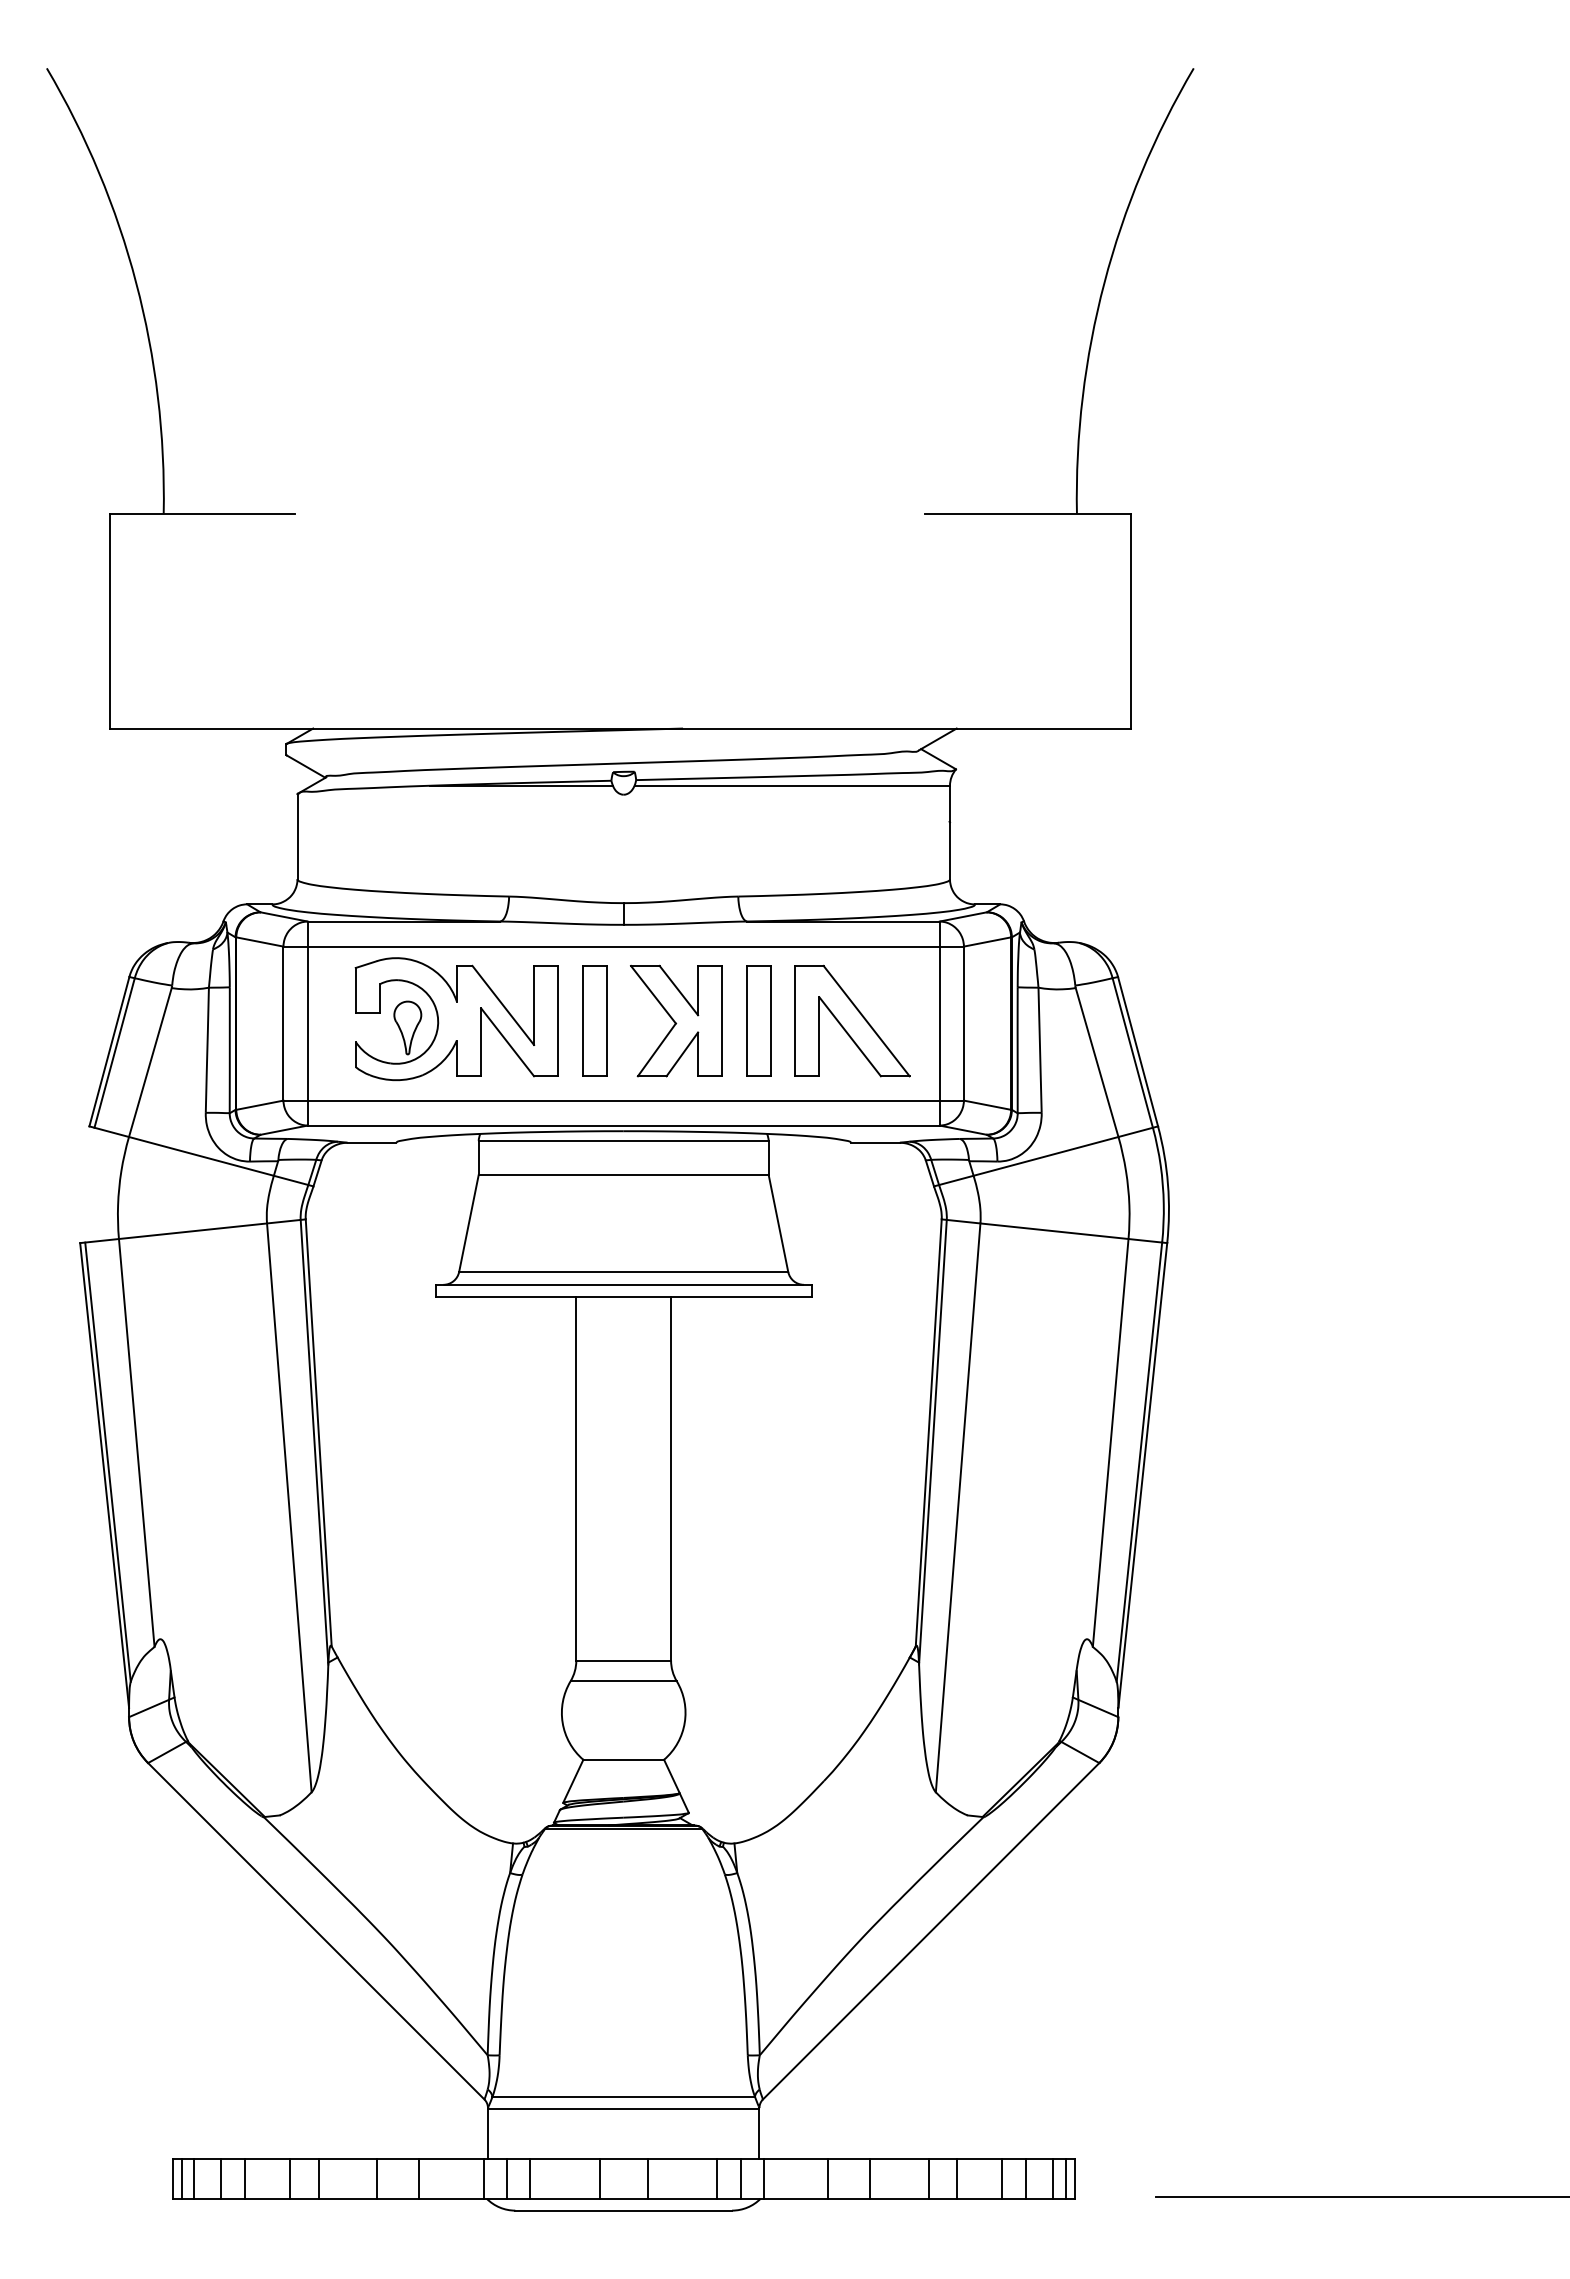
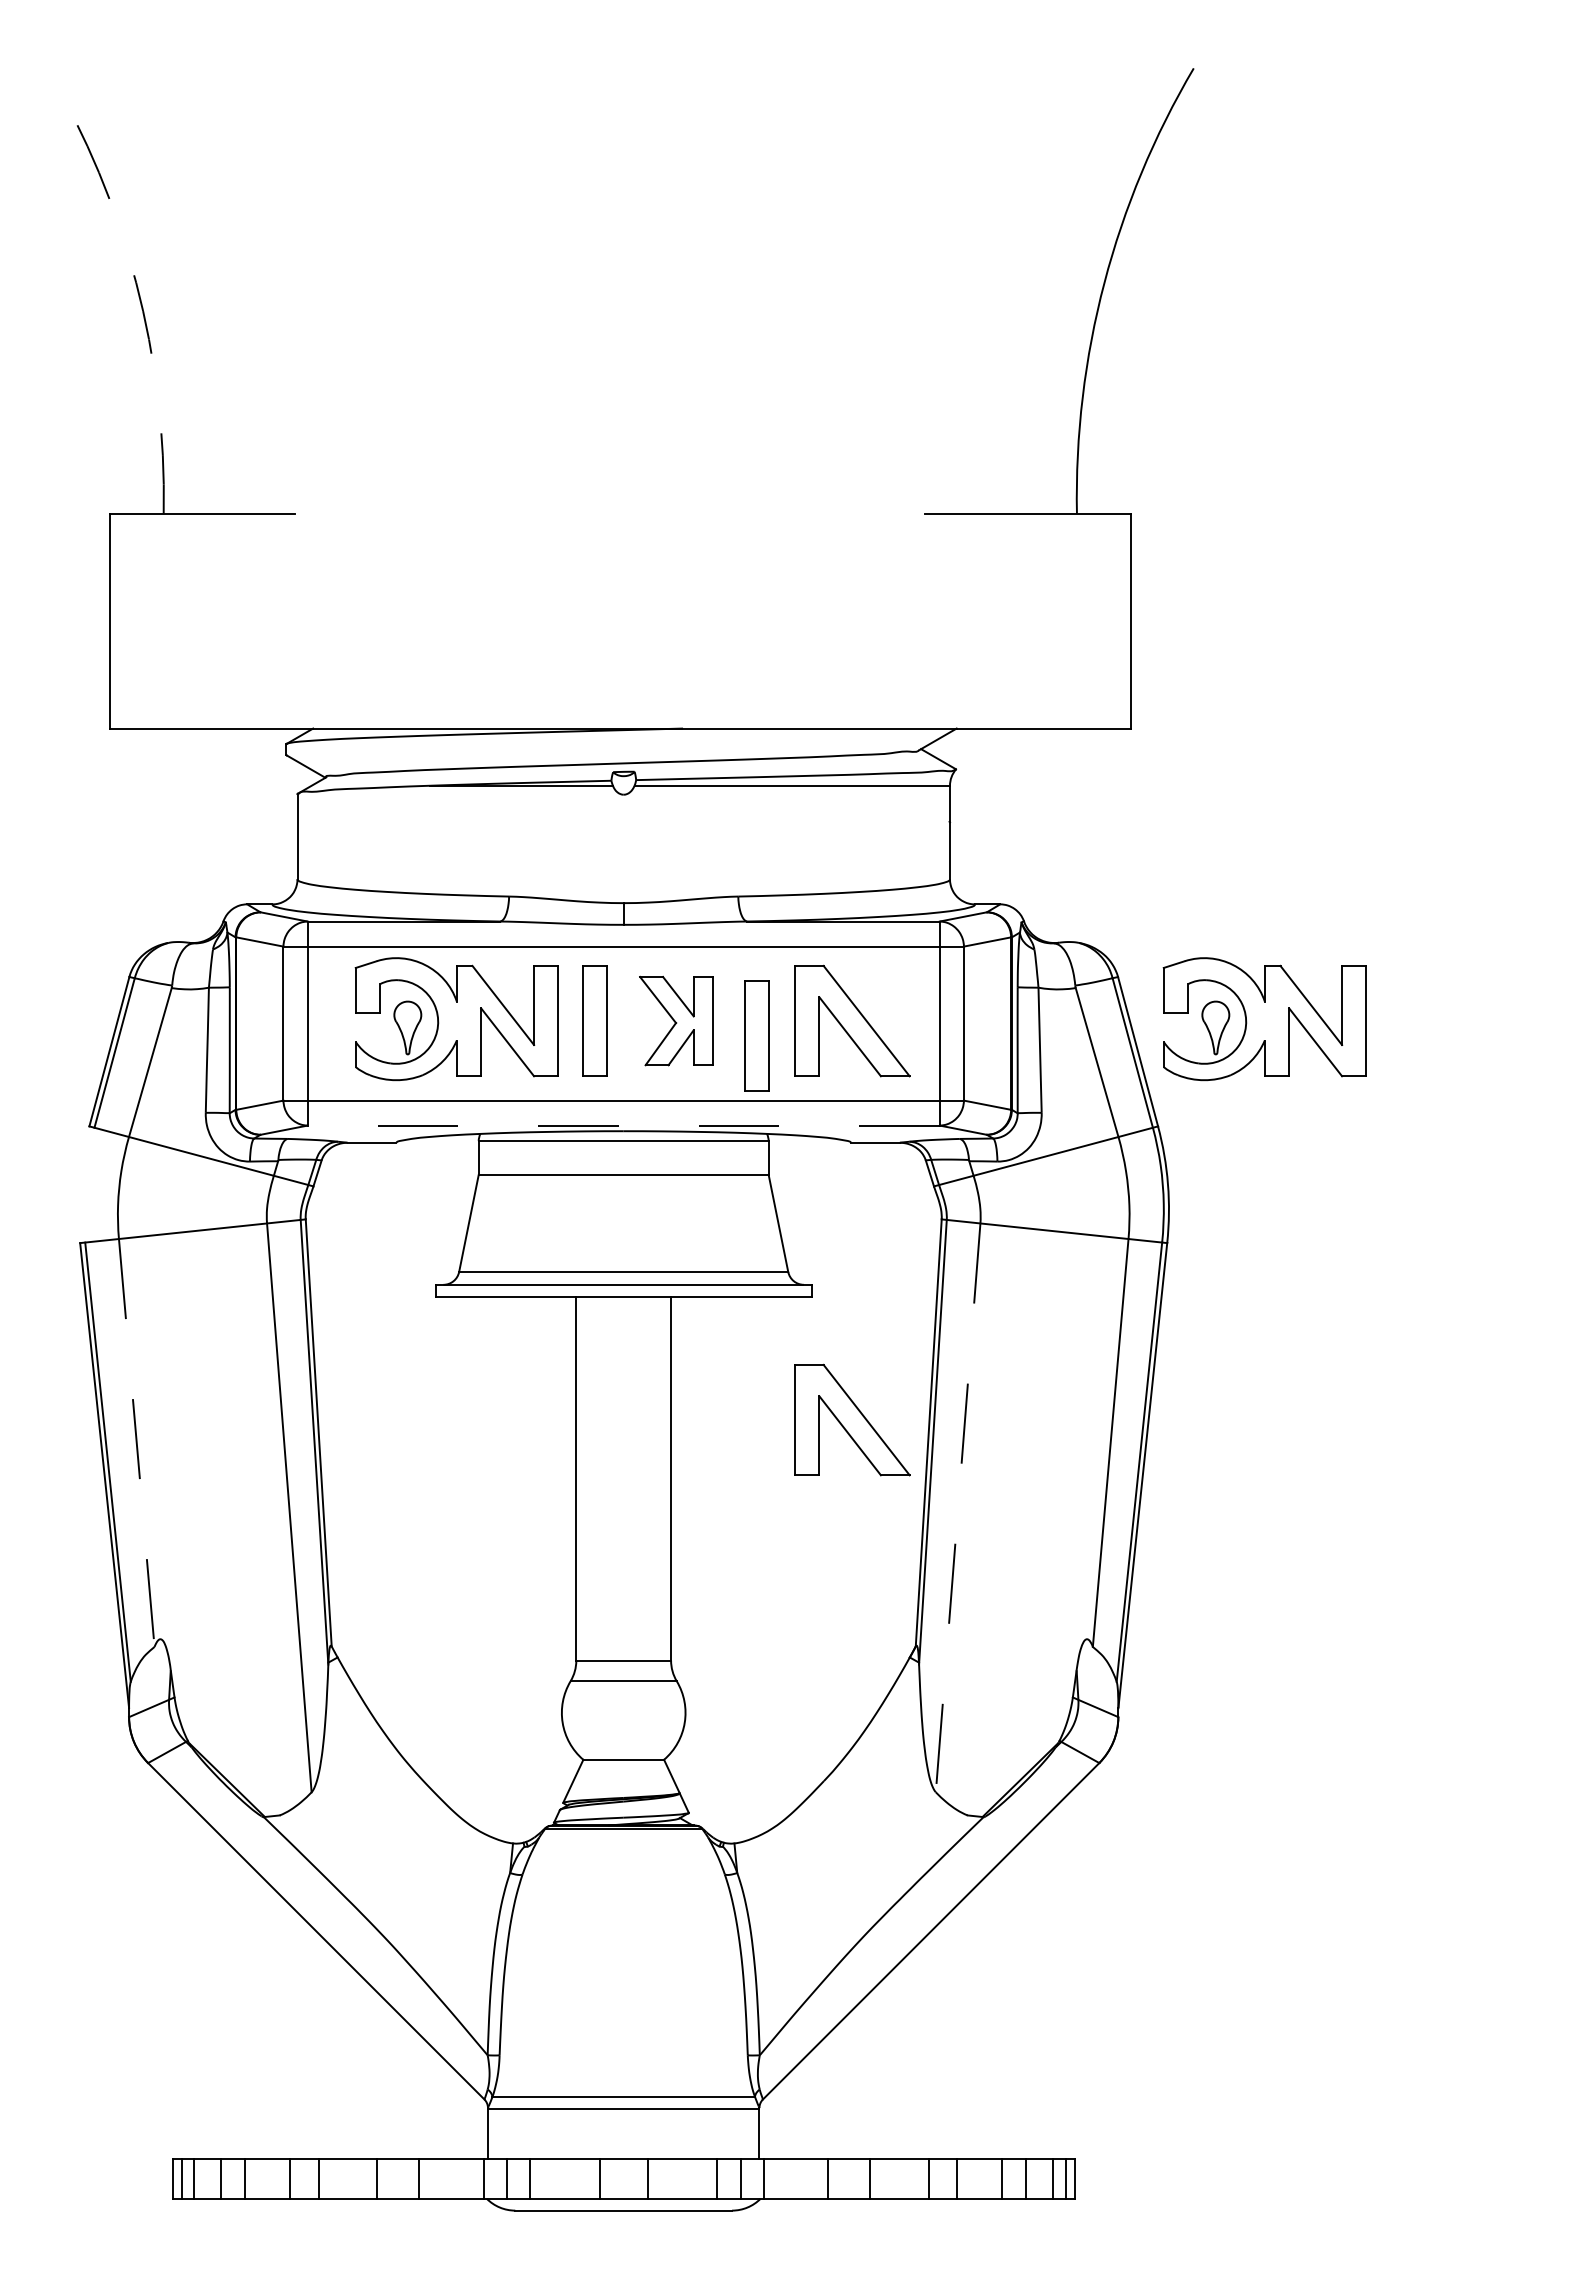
arc at (136, 282): solid -> dashed
part at (1264, 1019): none -> present
part at (676, 1020) size: 93x114 px -> 75x92 px
part at (758, 1020) position: (758, 1020) -> (756, 1035)
line at (623, 1125): solid -> dashed
part at (852, 1419): none -> present
line at (136, 1443): solid -> dashed
line at (958, 1508): solid -> dashed
line at (1360, 2196): present -> none
